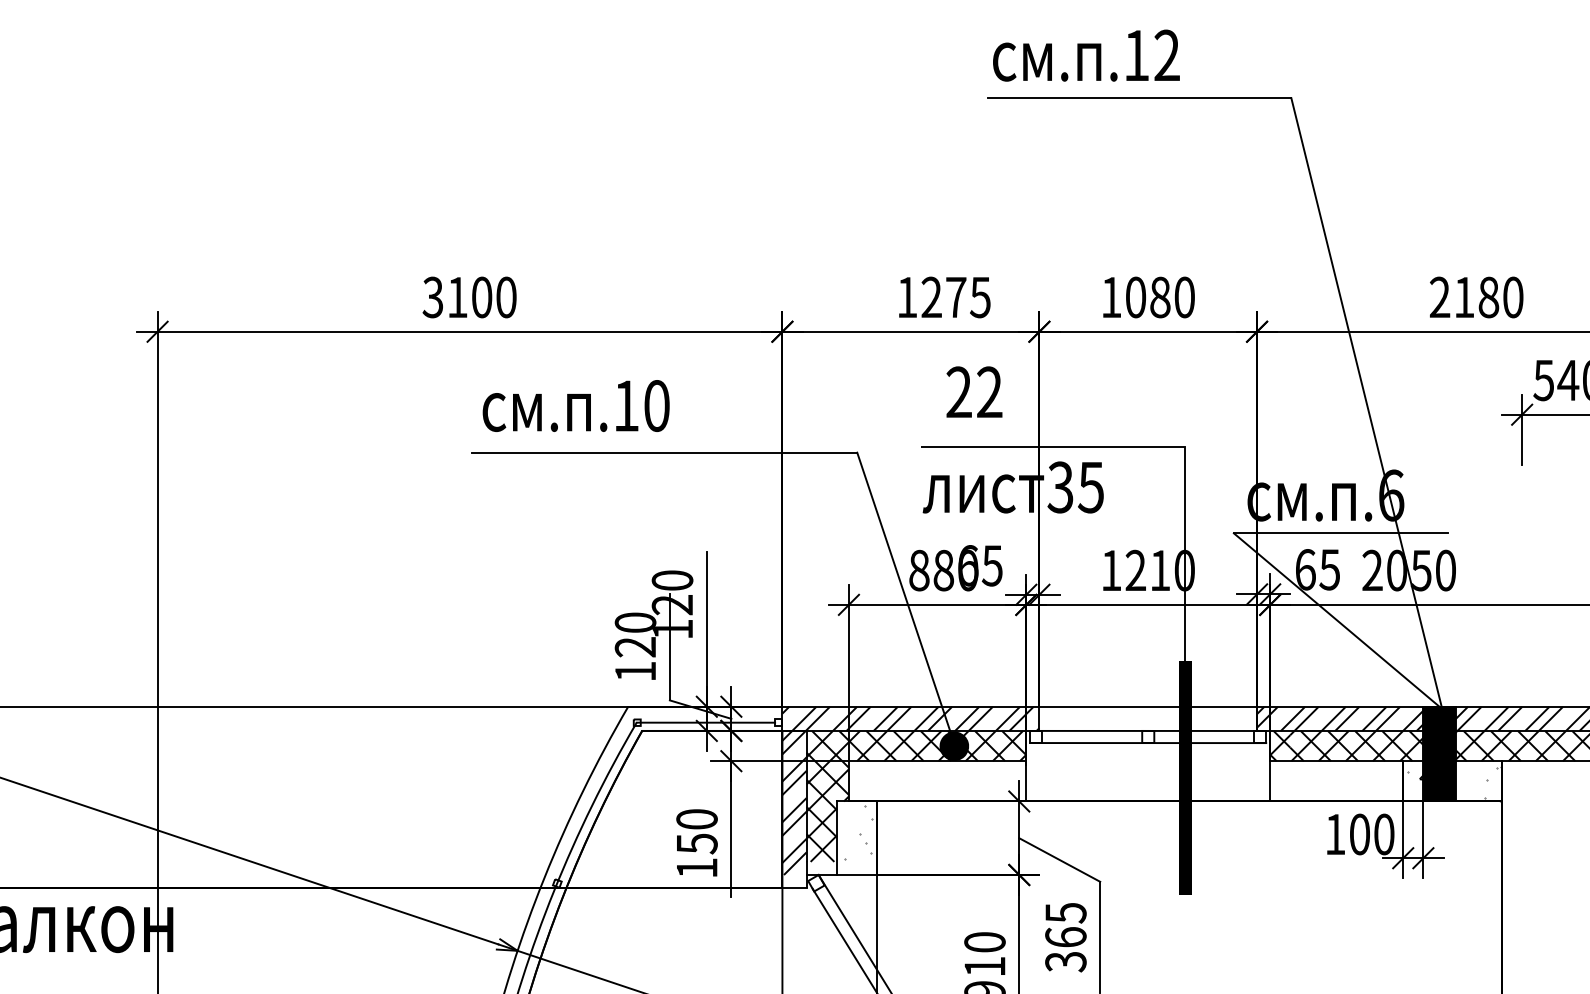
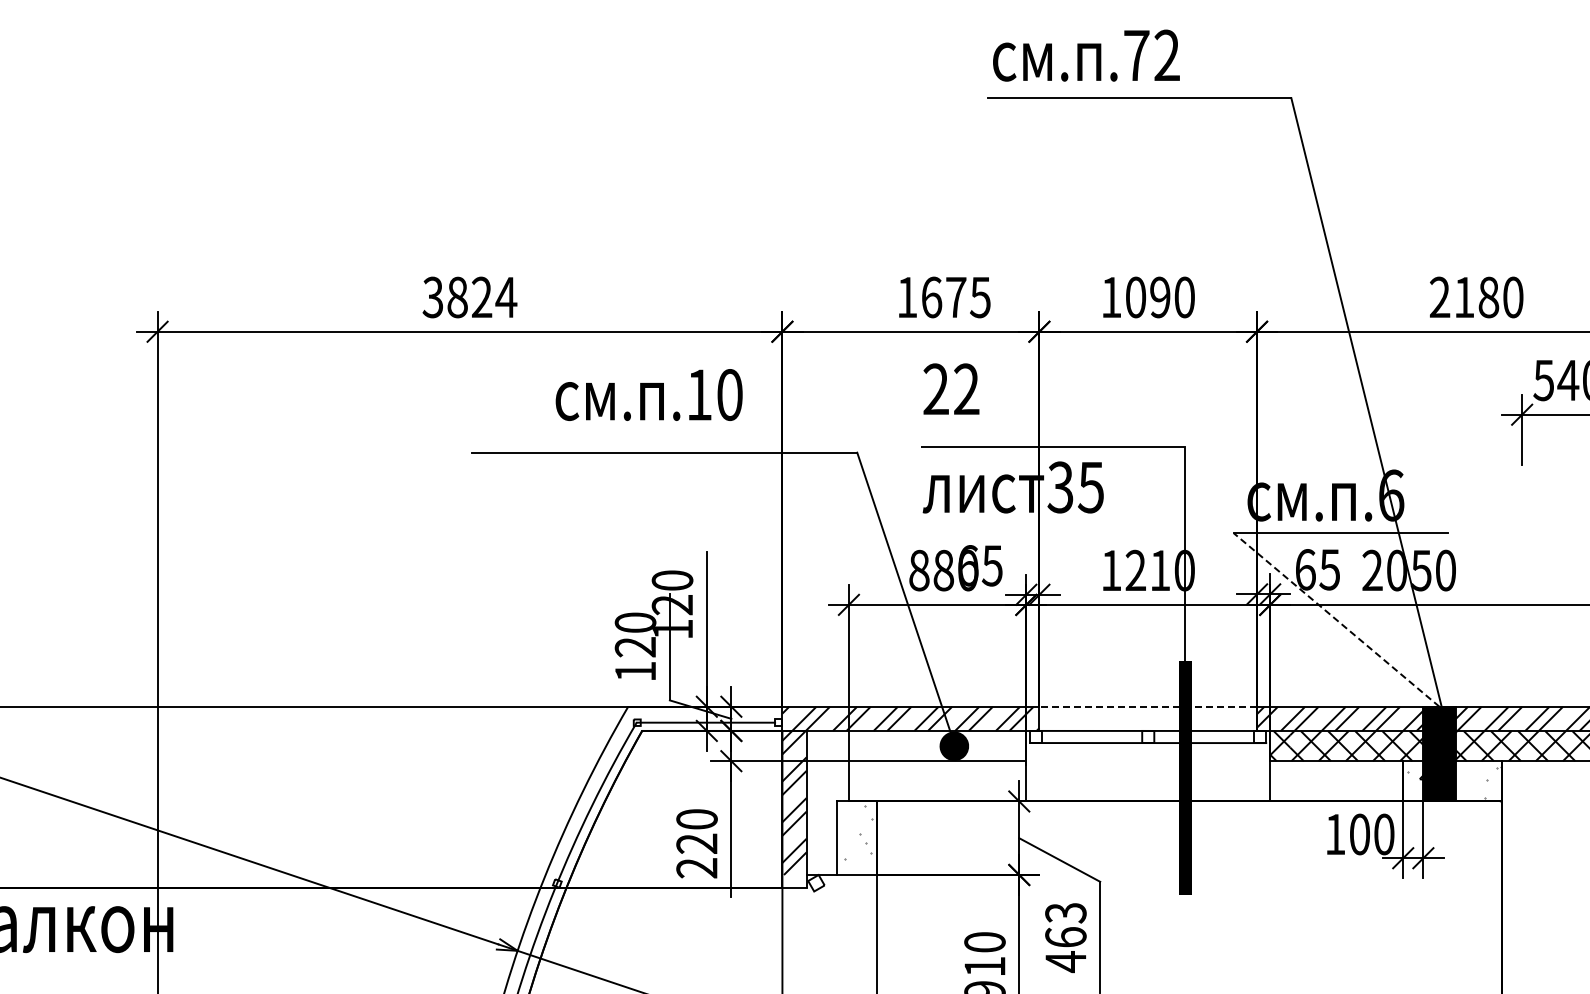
text at (1136, 55): .12 -> .72
text at (482, 297): 3100 -> 3824
text at (931, 297): 1275 -> 1675
text at (1160, 297): 1080 -> 1090
text at (974, 391) position: (974, 391) -> (951, 388)
text at (575, 405) position: (575, 405) -> (648, 394)
line at (1336, 619): solid -> dashed
line at (1148, 706): solid -> dashed
hatch at (916, 795): present -> none
text at (696, 855): 150 -> 220
line at (853, 932): present -> none
text at (1065, 938): 365 -> 463
line at (843, 939): present -> none
